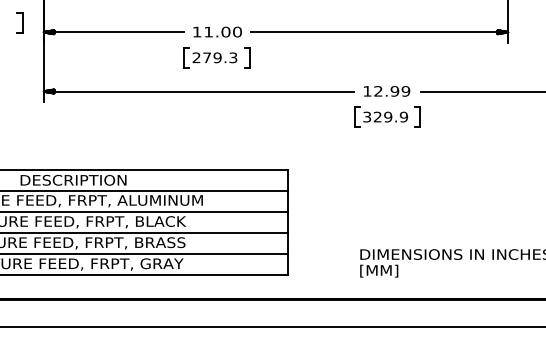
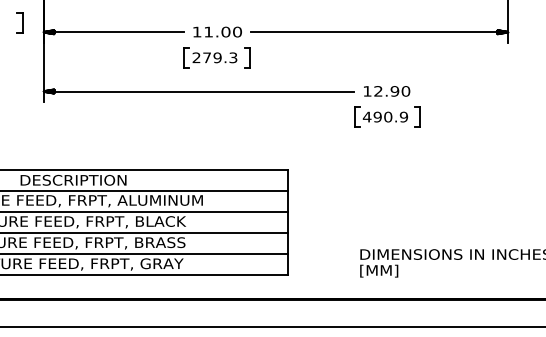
text at (405, 91): 12.99 -> 12.90
line at (481, 91): present -> none
text at (377, 116): 329.9 -> 490.9
